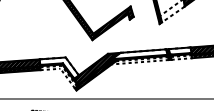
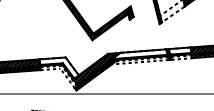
line at (106, 98) position: (106, 98) -> (106, 93)
